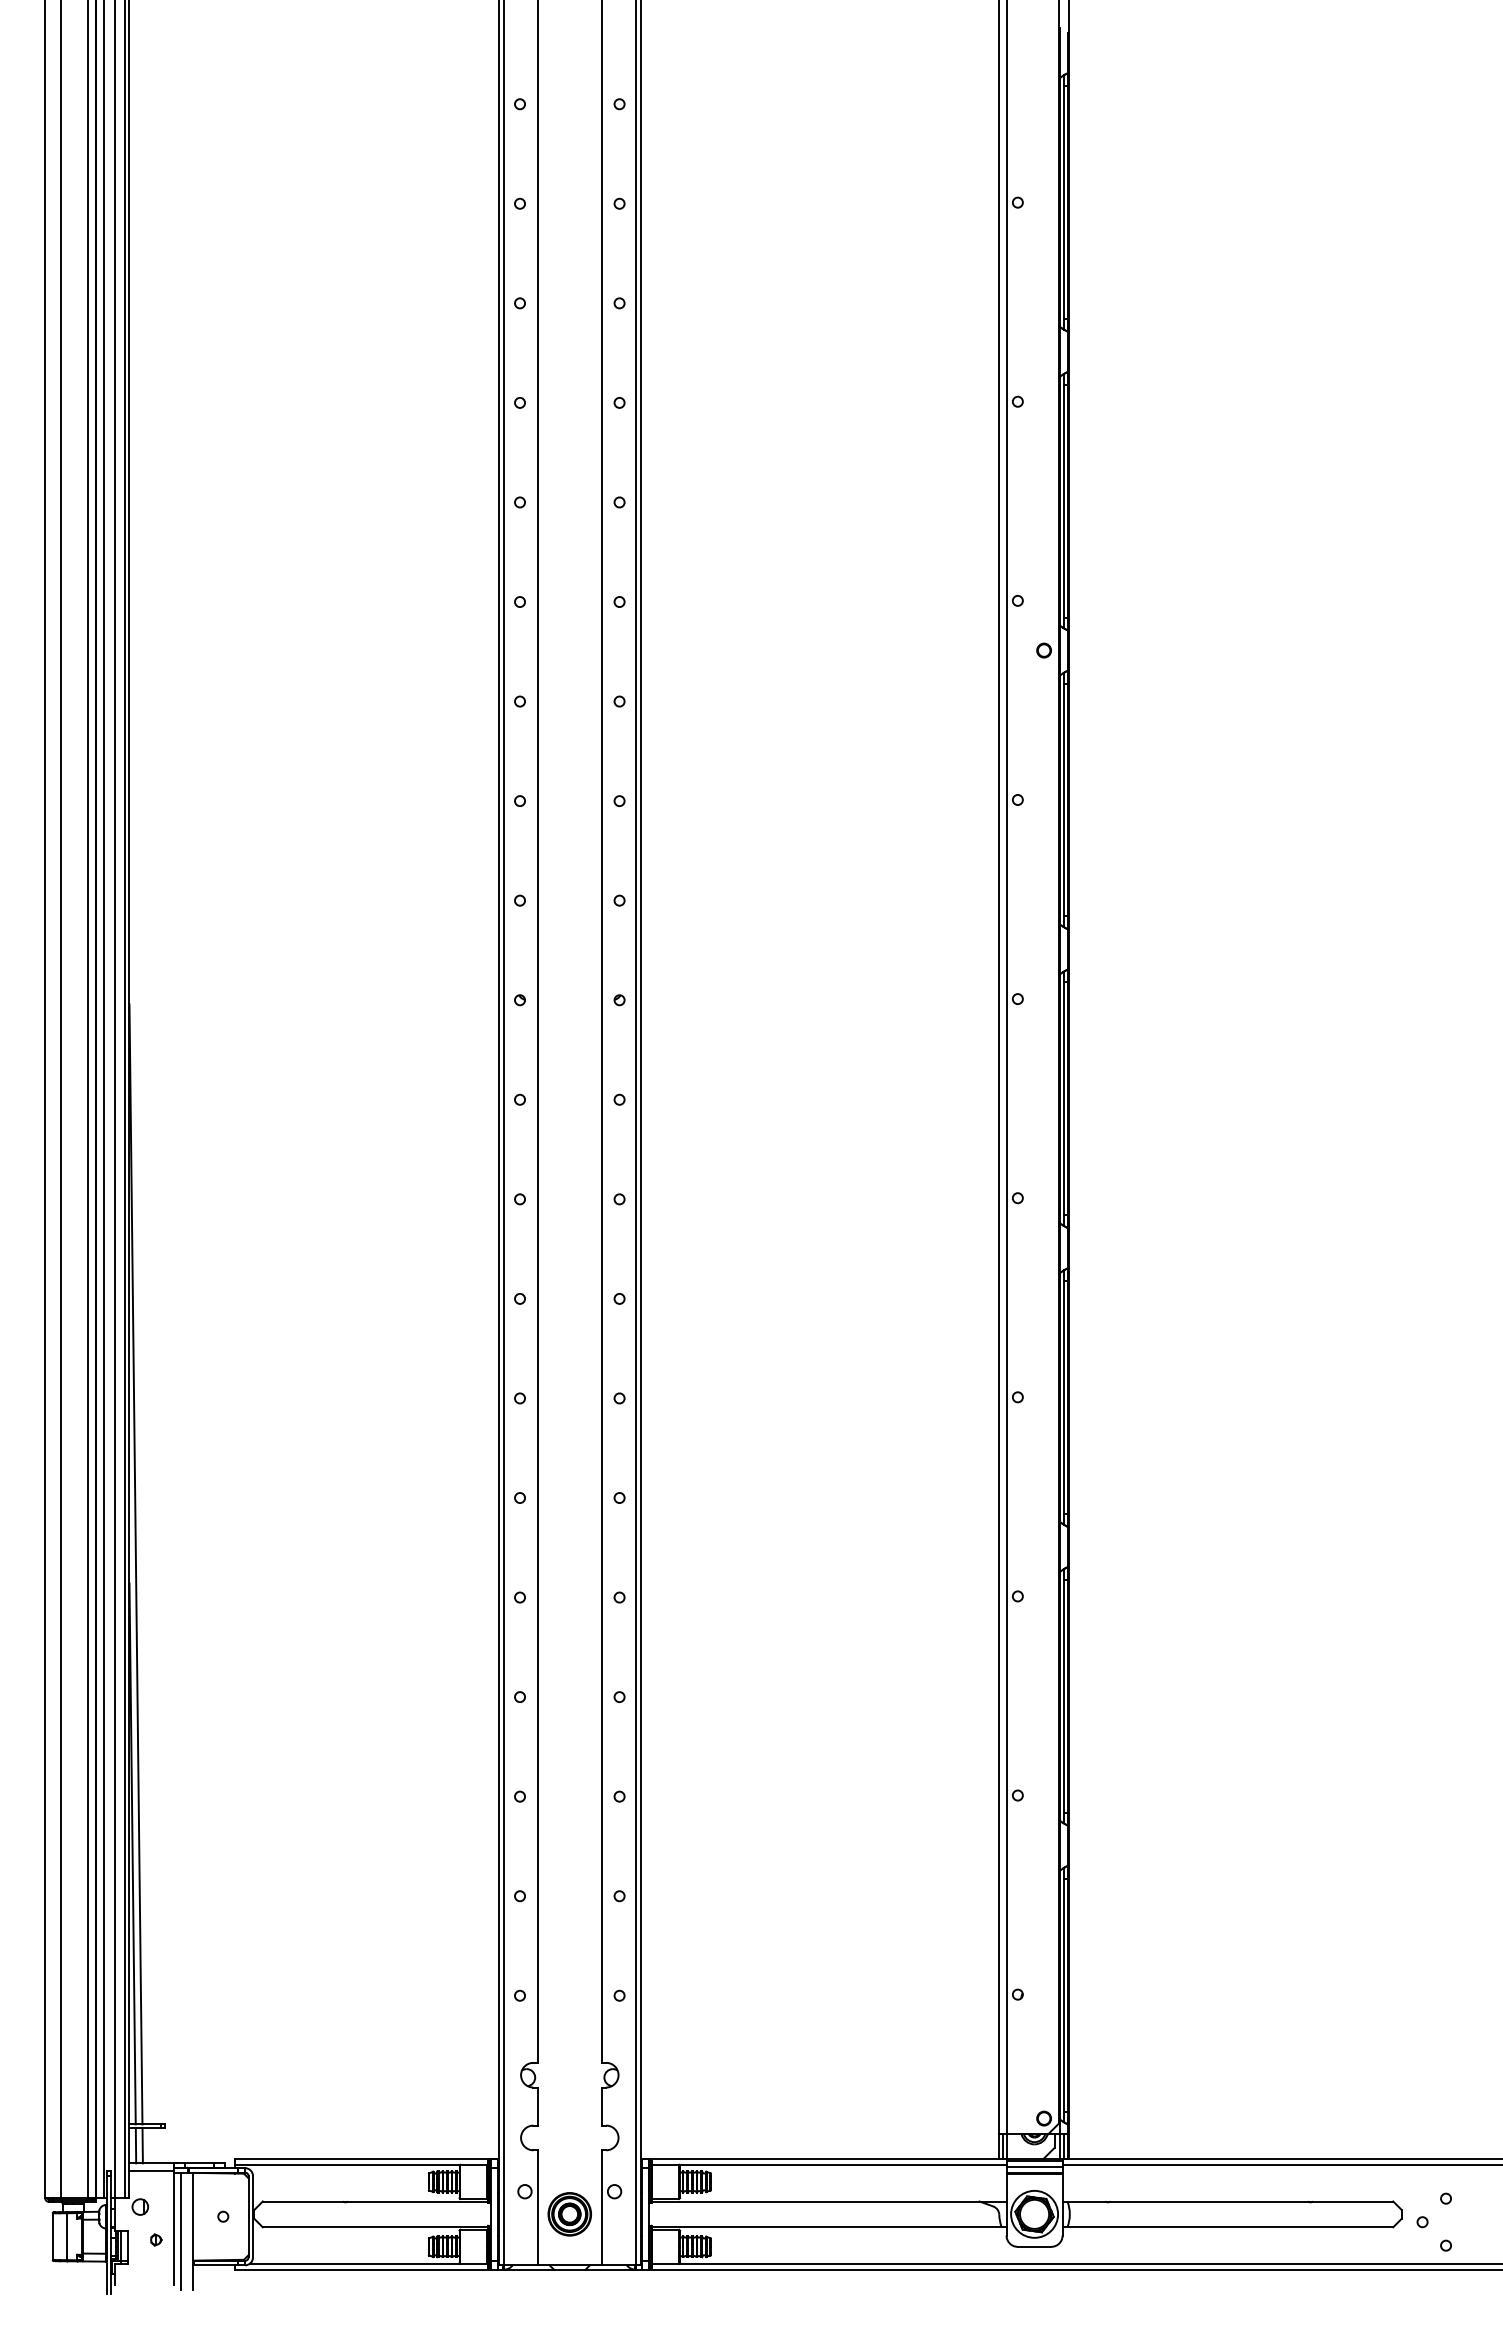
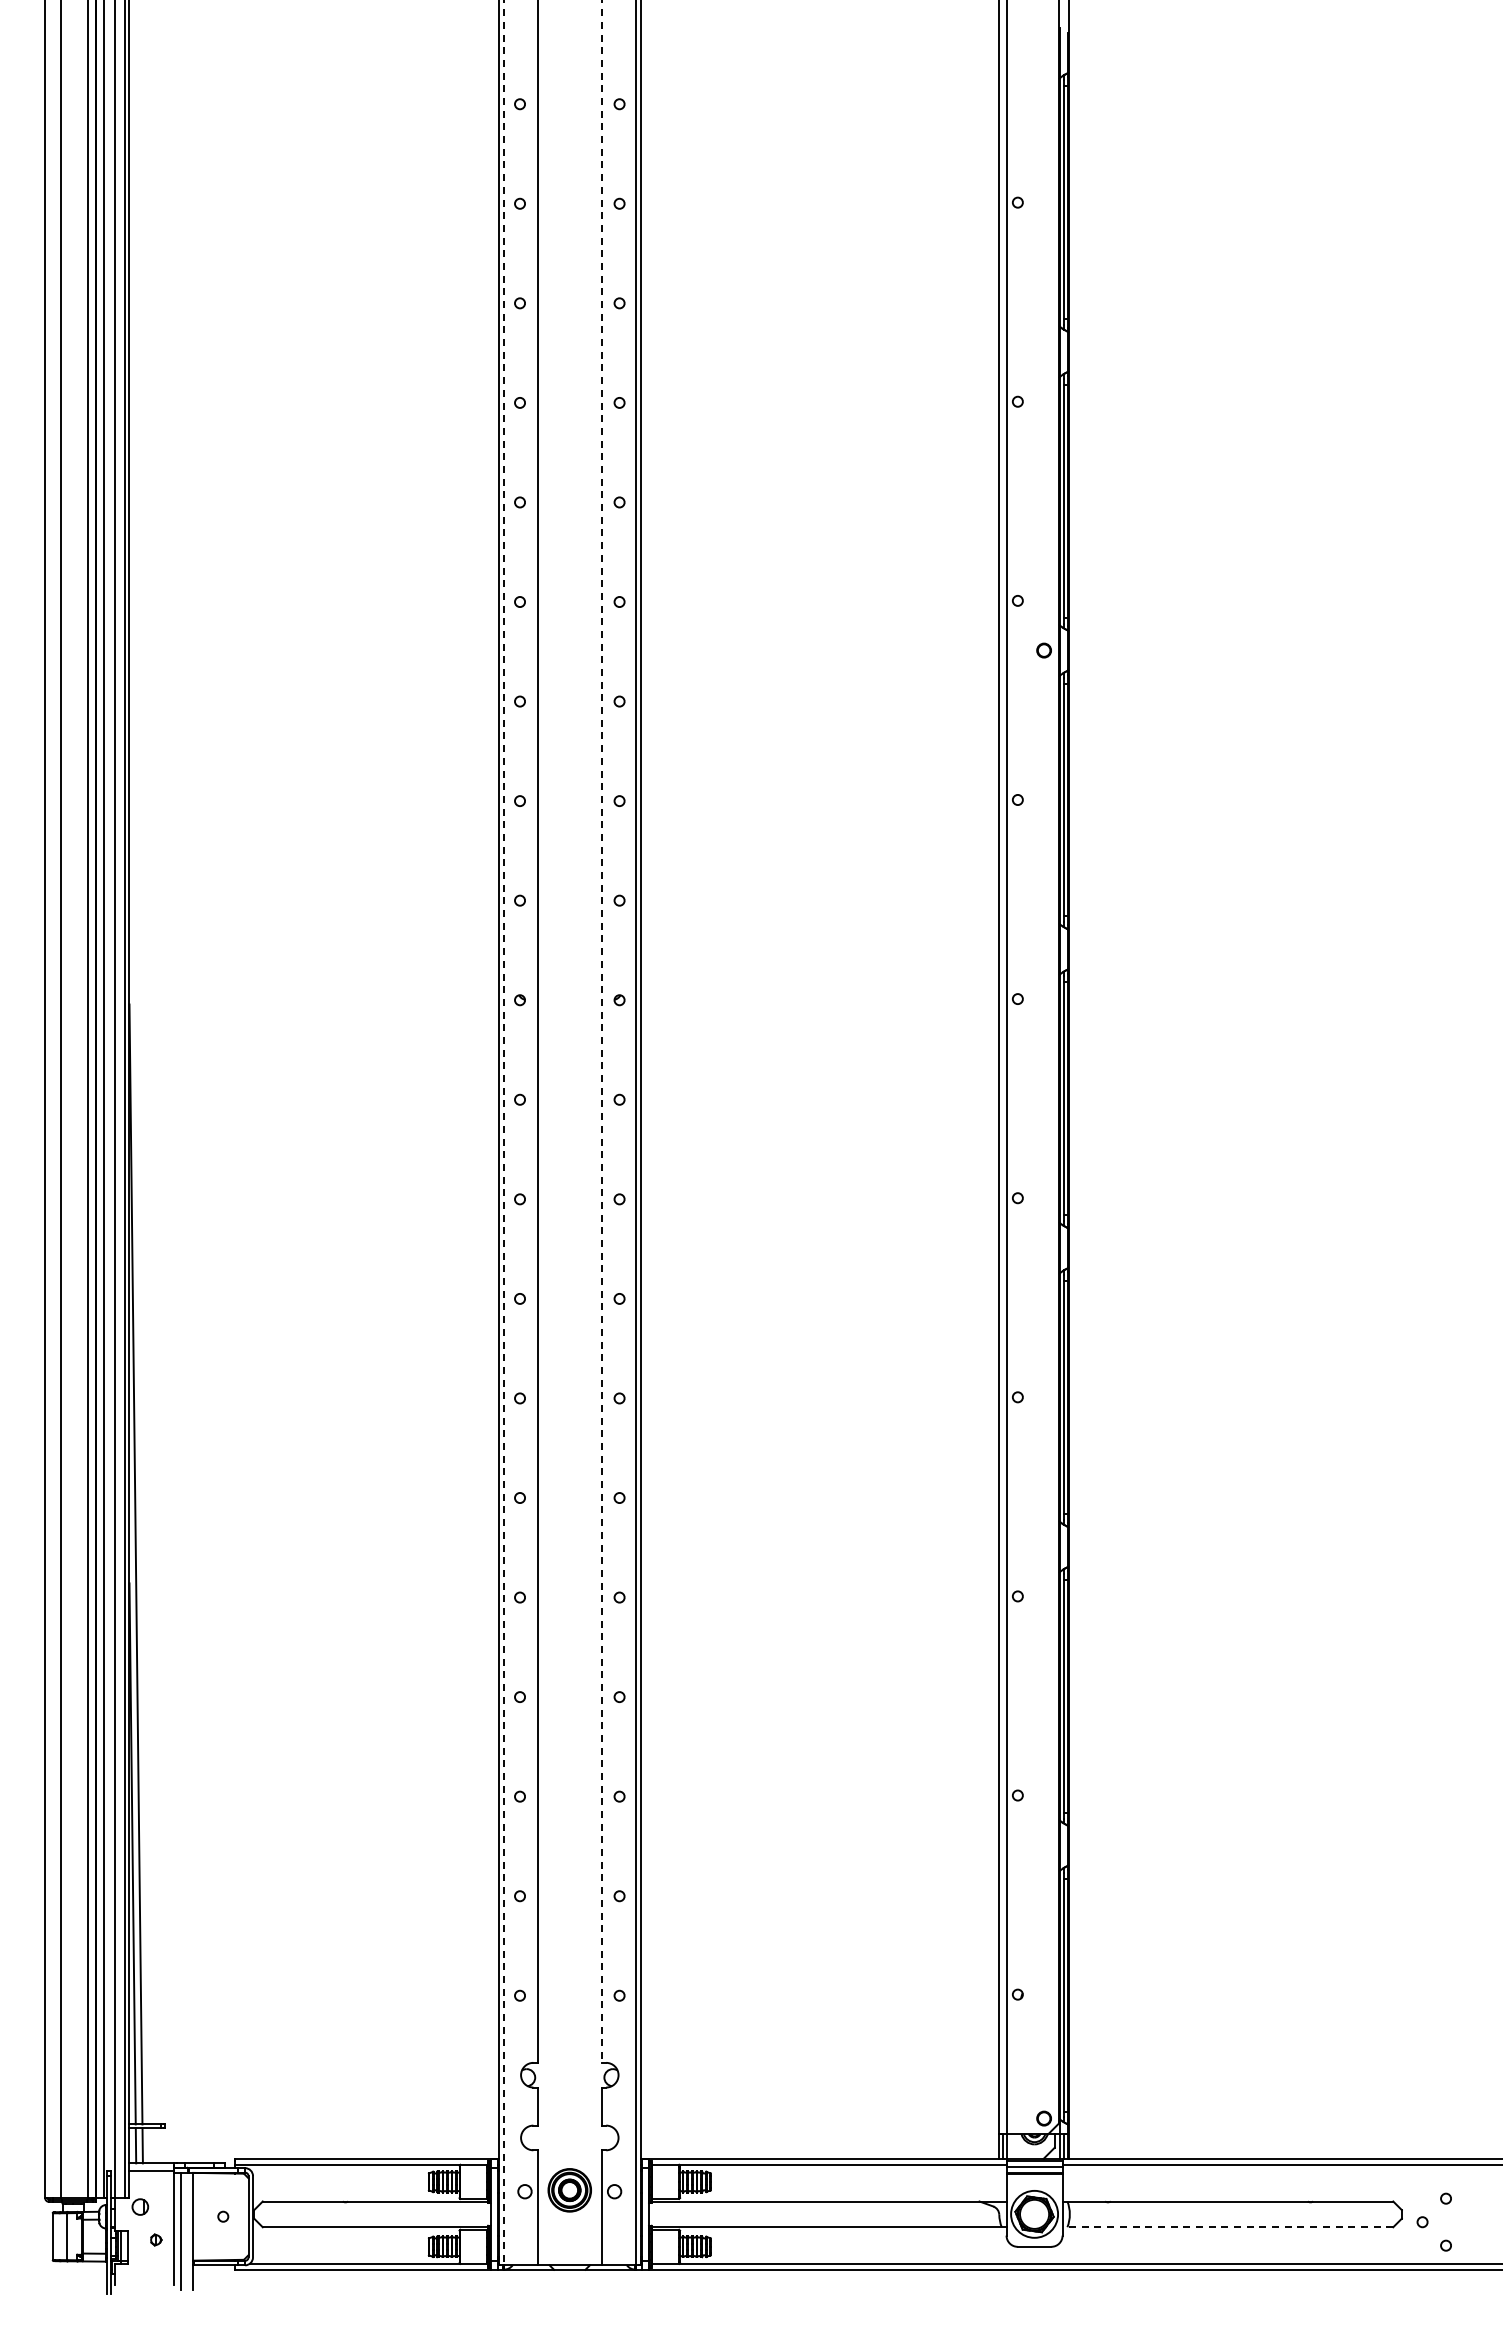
line at (601, 1031): solid -> dashed
line at (503, 1133): solid -> dashed
part at (569, 2214) position: (569, 2214) -> (569, 2190)
line at (1227, 2227): solid -> dashed
